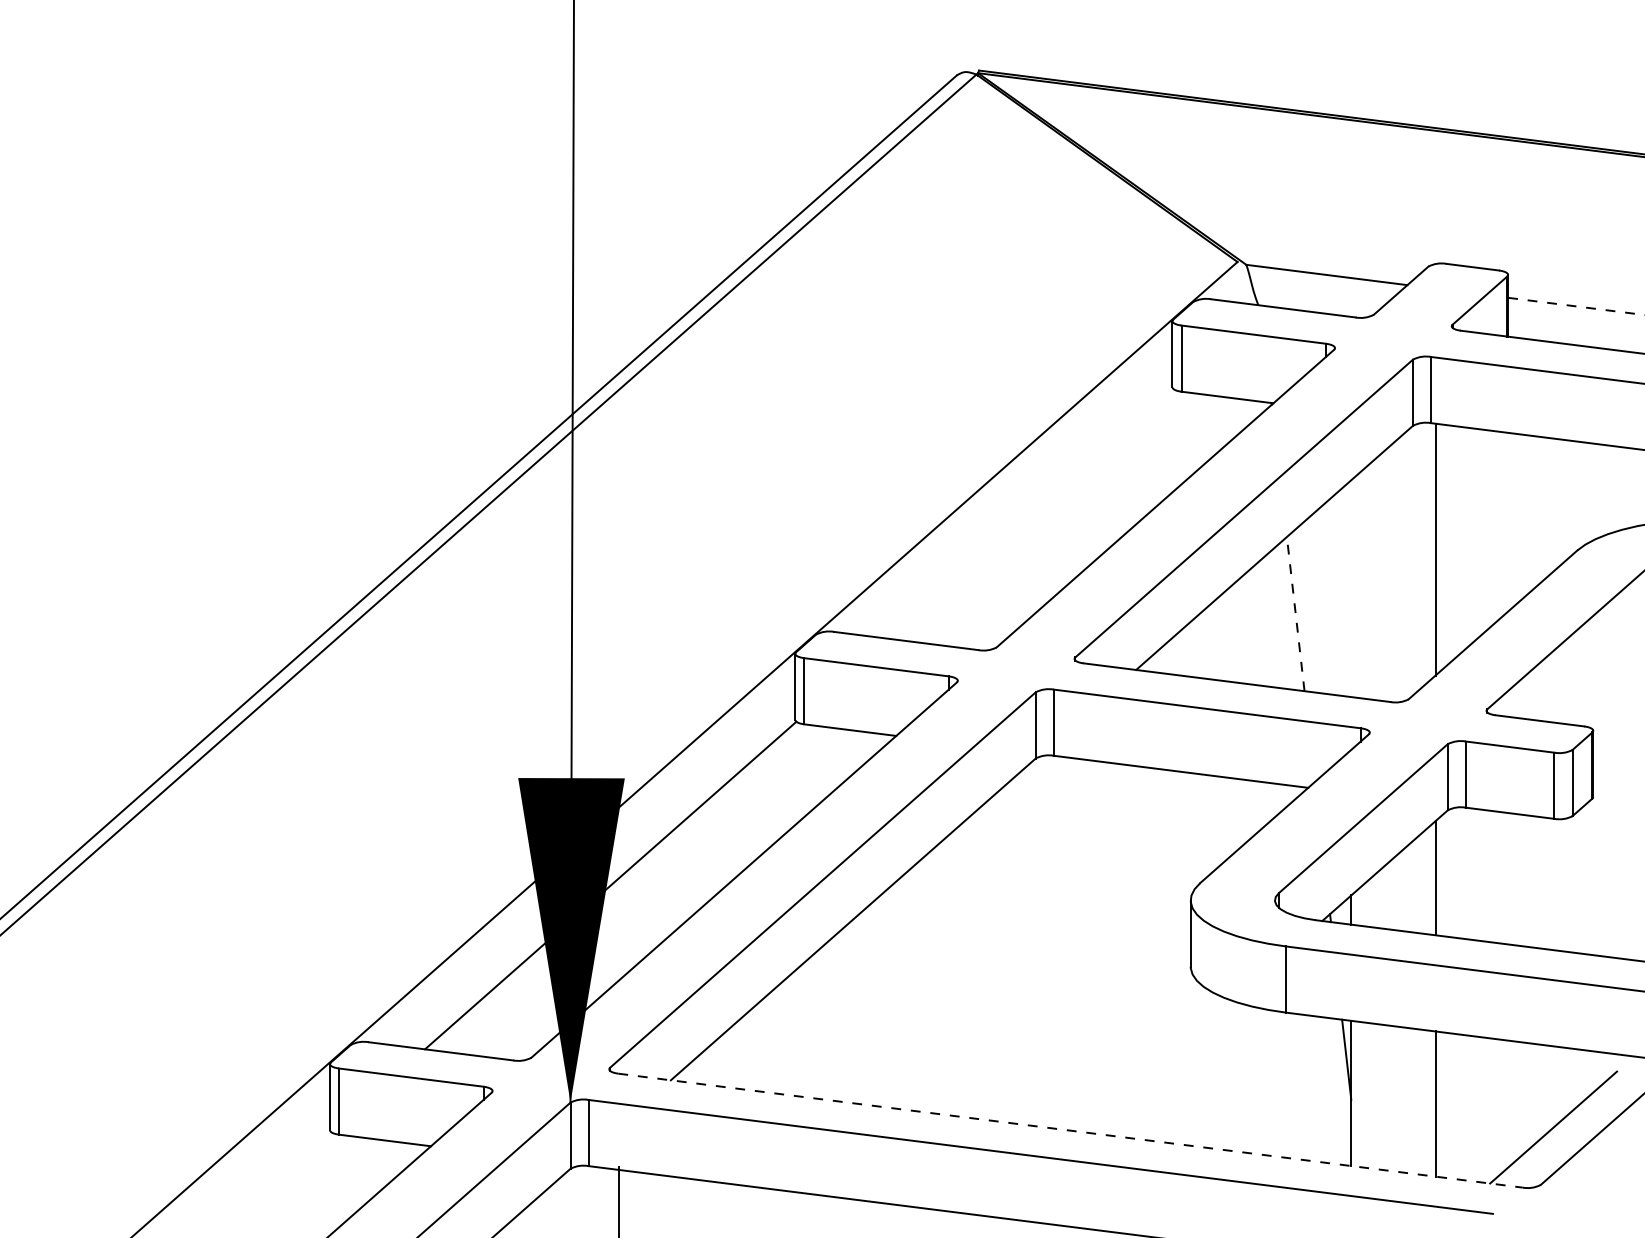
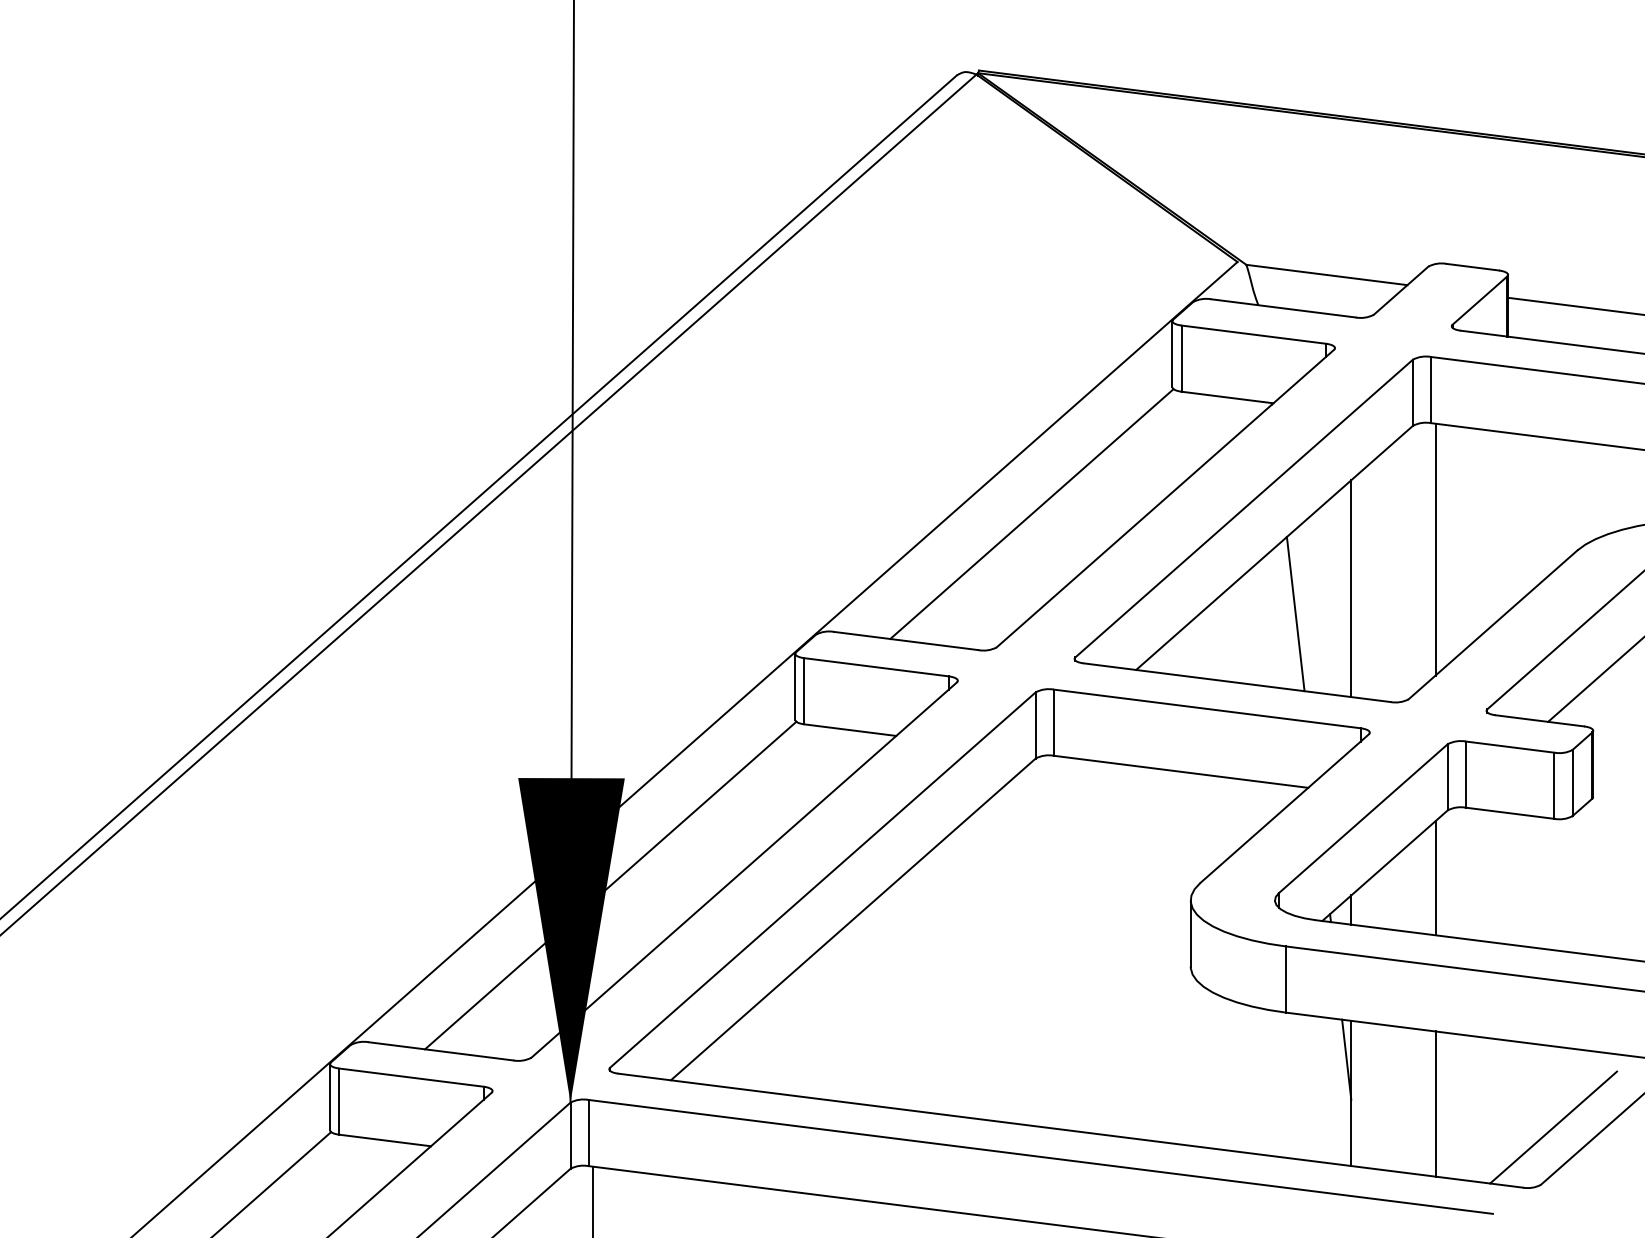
line at (1576, 306): dashed -> solid
line at (1031, 514): none -> present
line at (1351, 588): none -> present
line at (1295, 614): dashed -> solid
line at (1594, 680): none -> present
line at (1070, 1130): dashed -> solid
line at (272, 1183): none -> present
line at (619, 1200) position: (619, 1200) -> (593, 1200)
